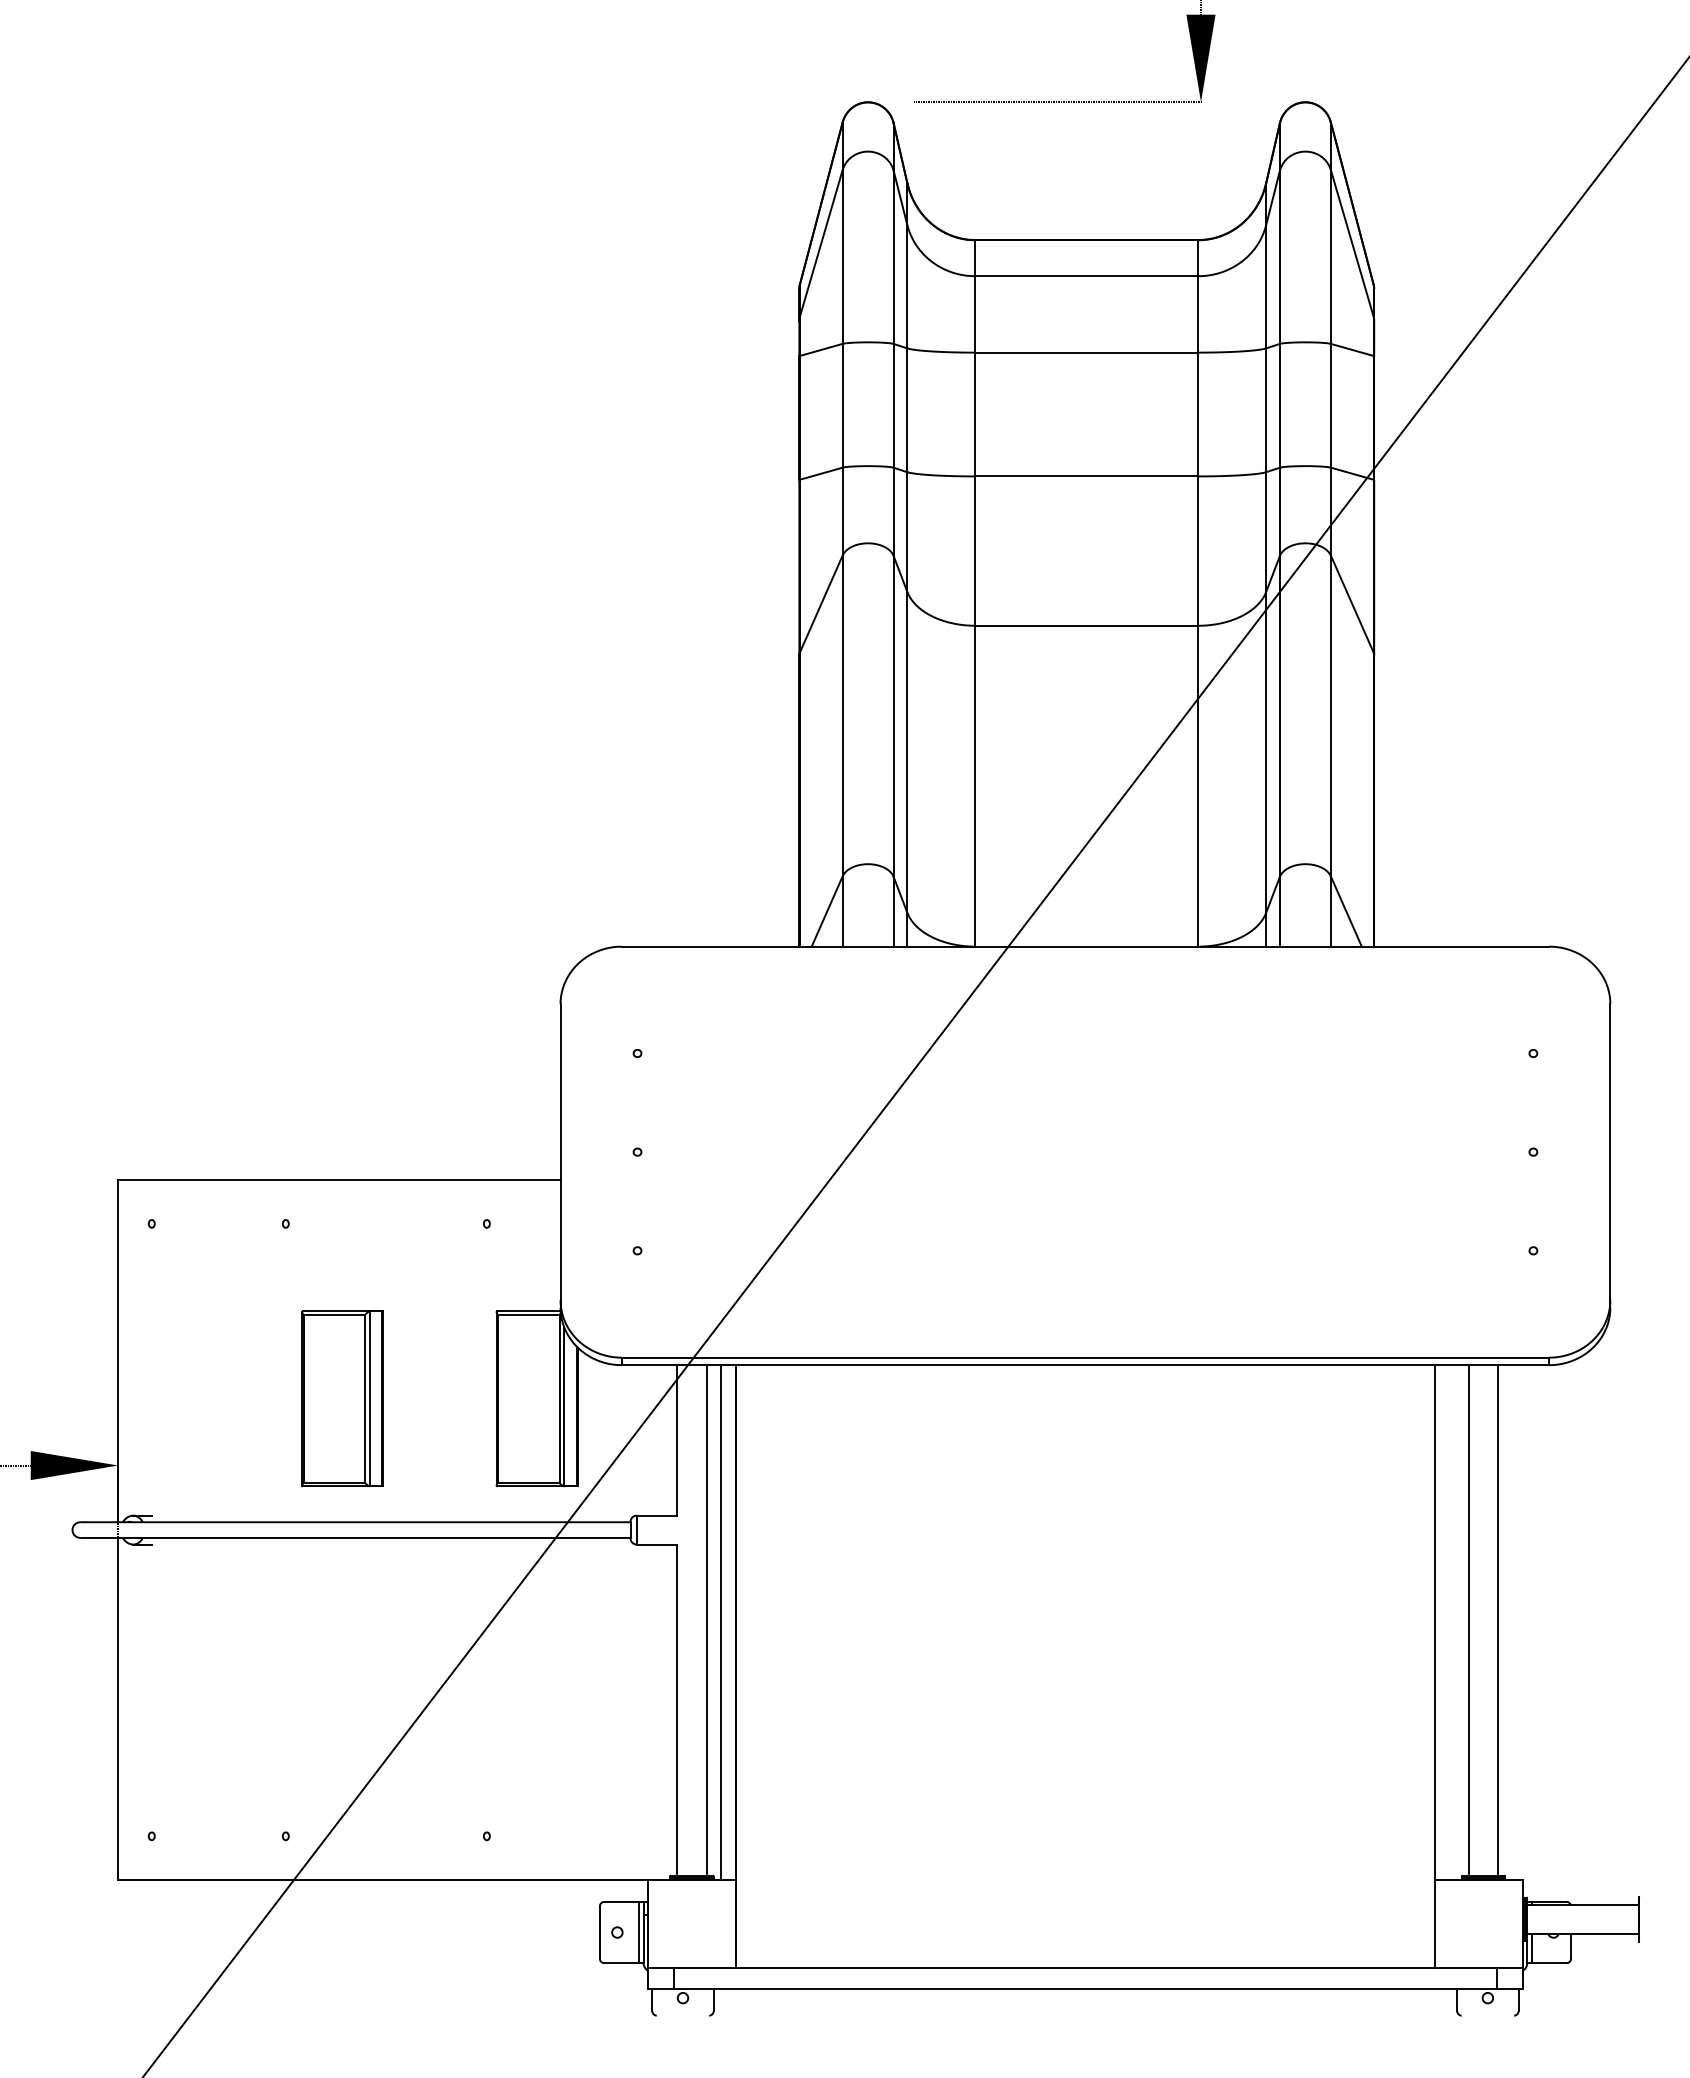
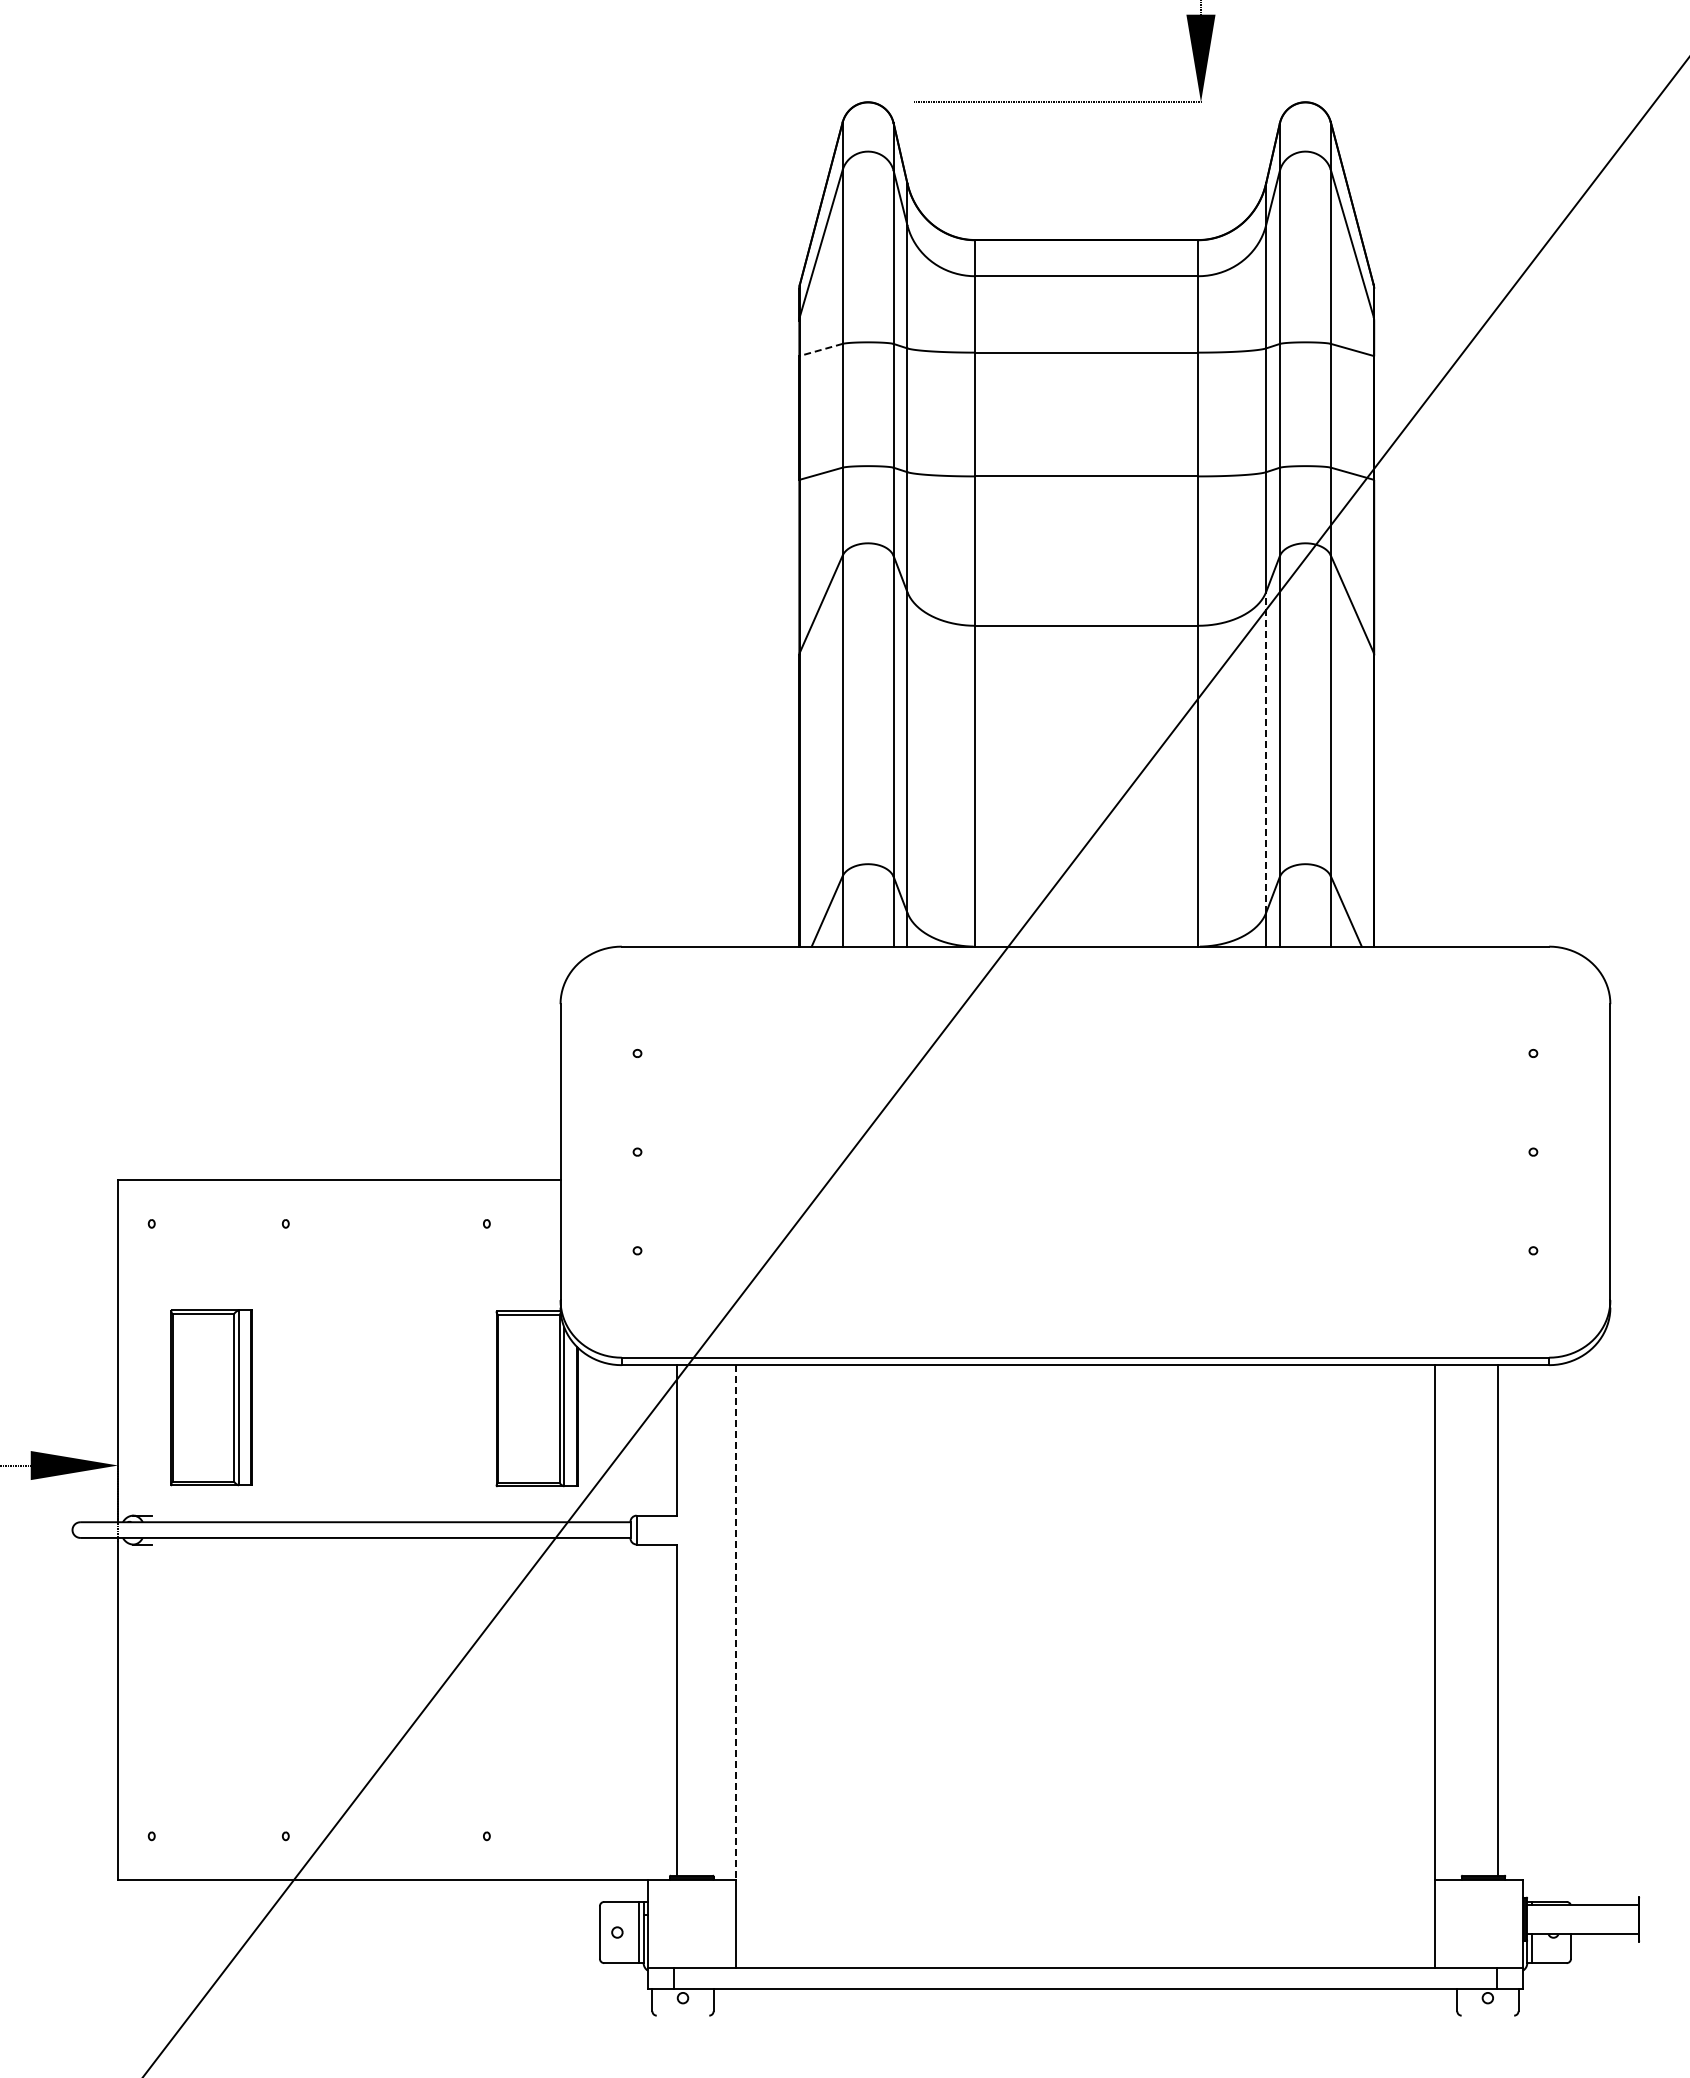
line at (820, 350): solid -> dashed
line at (1266, 751): solid -> dashed
part at (342, 1398) position: (342, 1398) -> (211, 1397)
line at (706, 1620): present -> none
line at (1468, 1620): present -> none
line at (721, 1622): present -> none
line at (735, 1623): solid -> dashed
